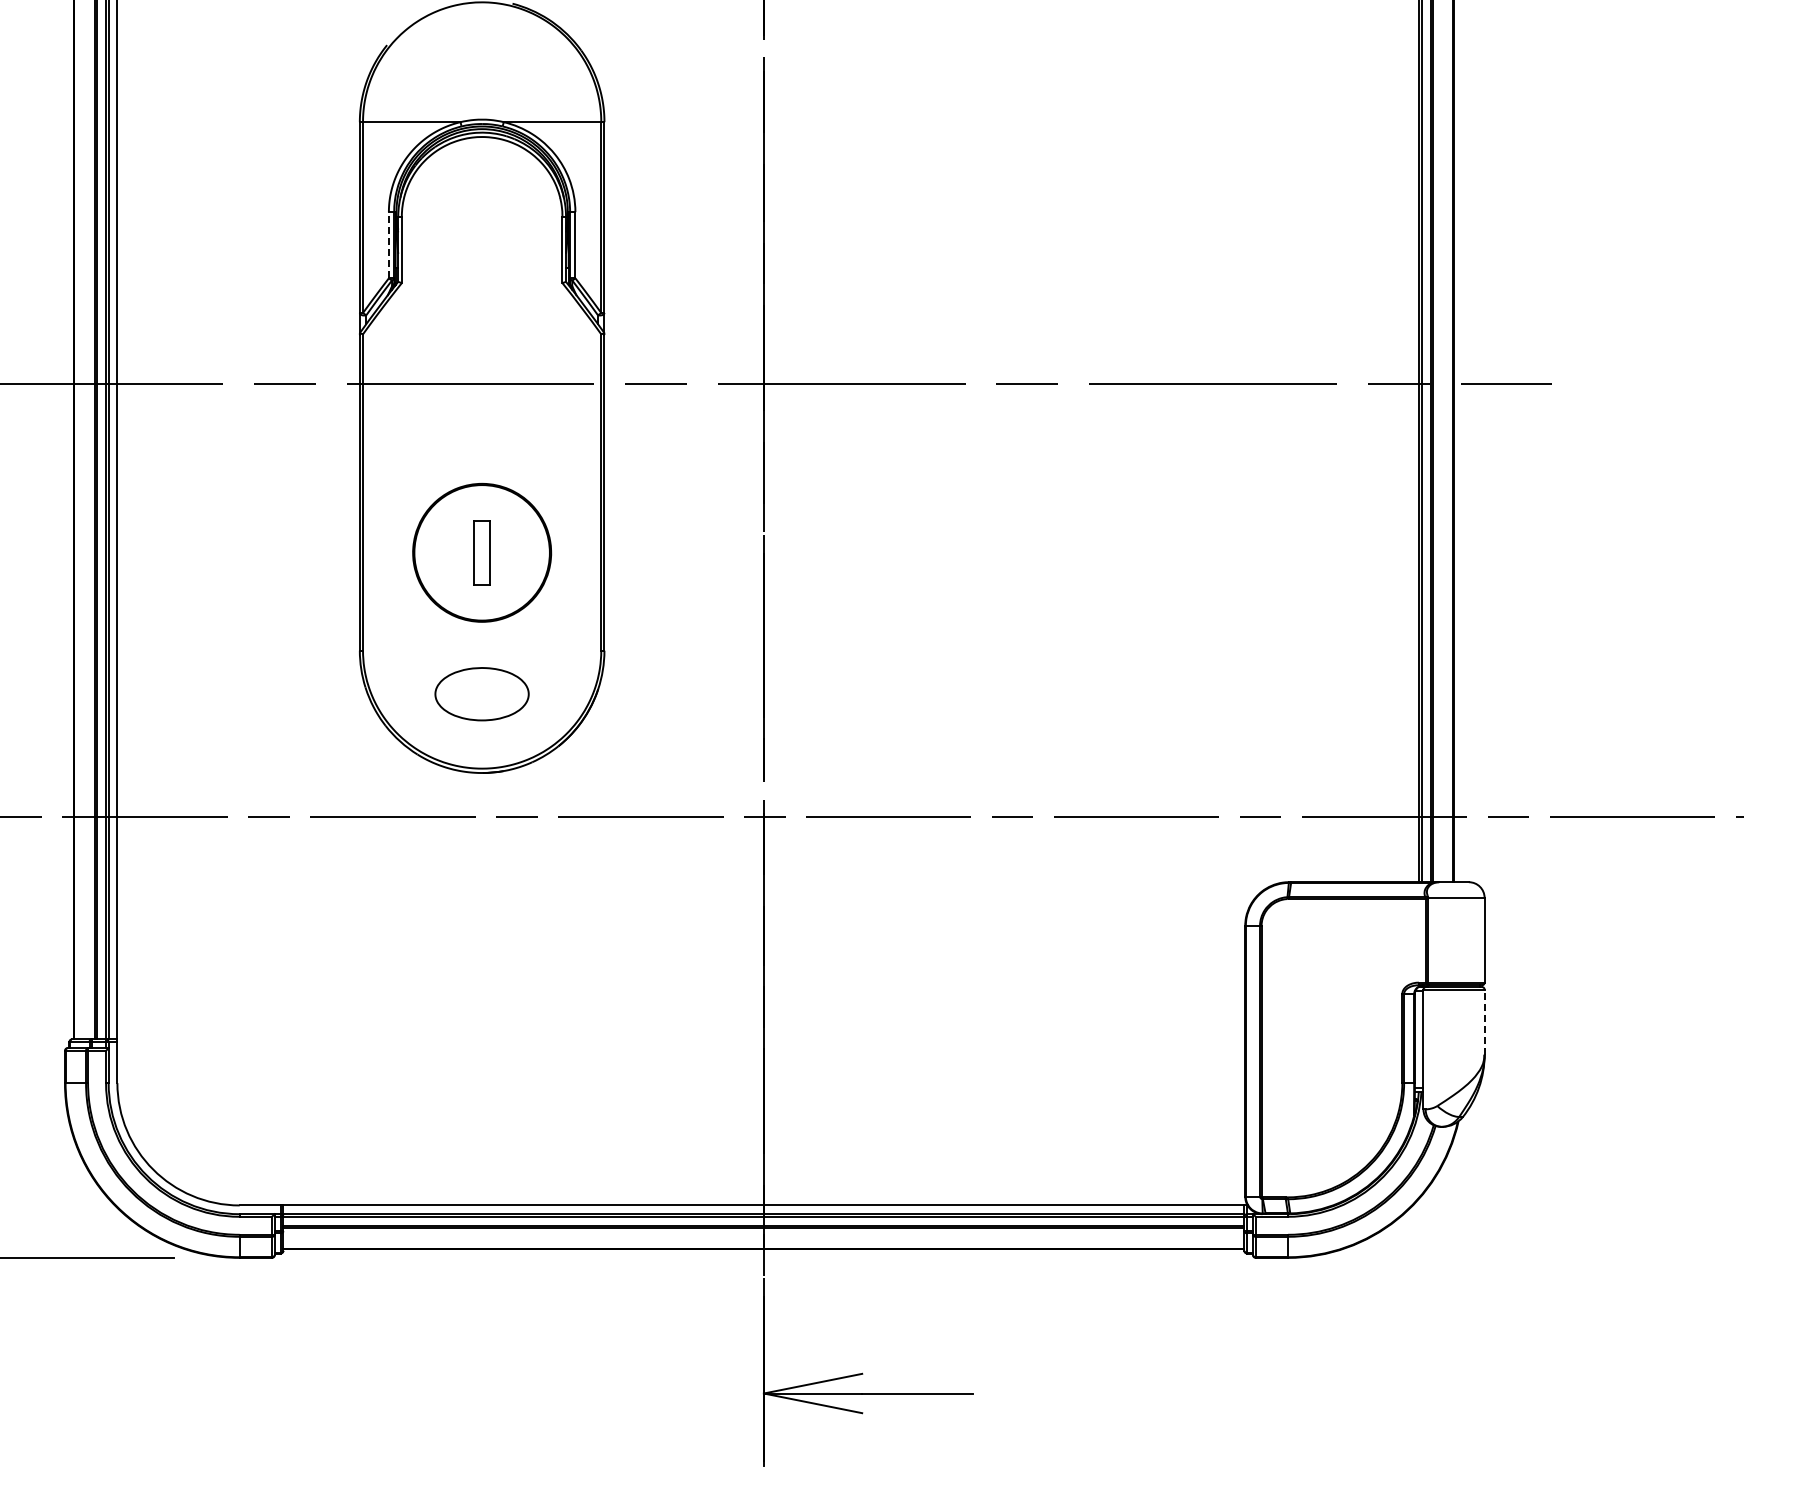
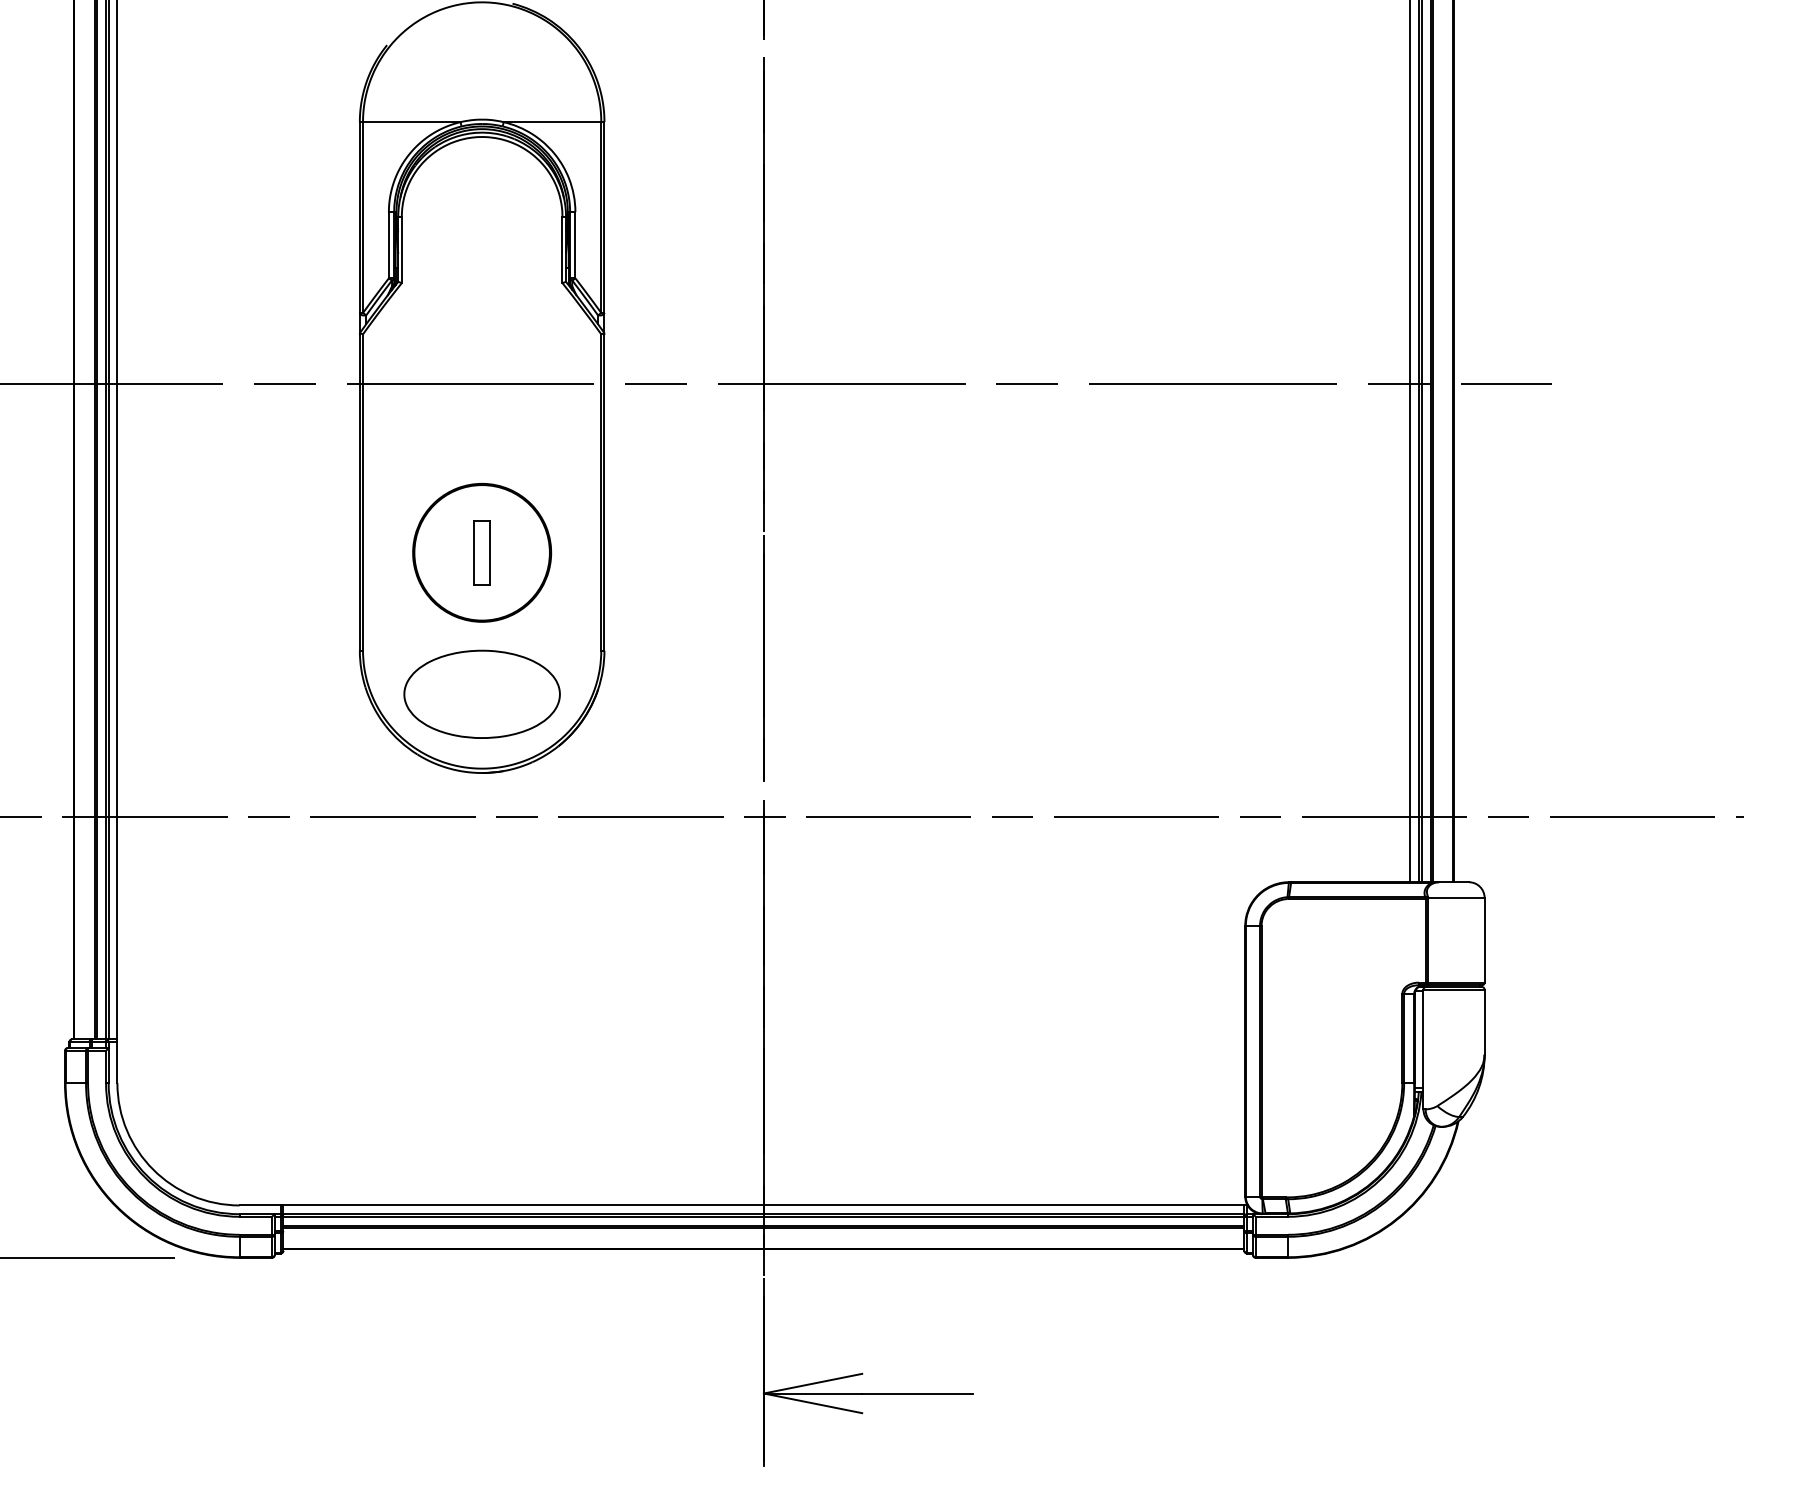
line at (388, 244): dashed -> solid
line at (1410, 442): none -> present
part at (481, 694) size: 96x55 px -> 158x90 px
line at (1484, 1022): dashed -> solid
